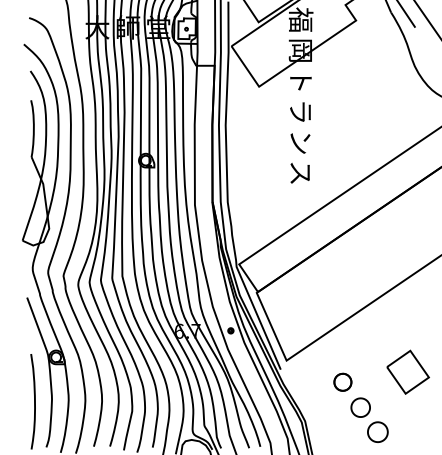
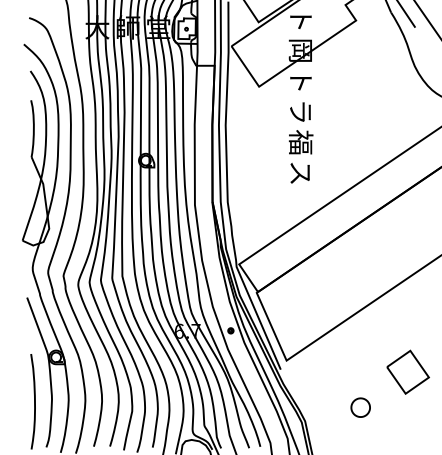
text at (300, 19): 福 -> ト
text at (300, 142): ン -> 福
part at (342, 381): present -> none
part at (377, 431): present -> none
